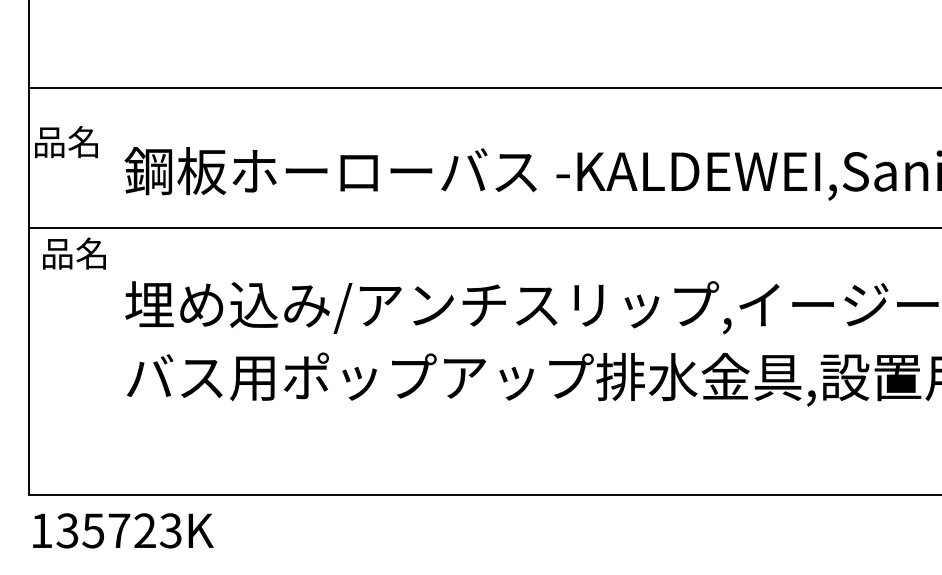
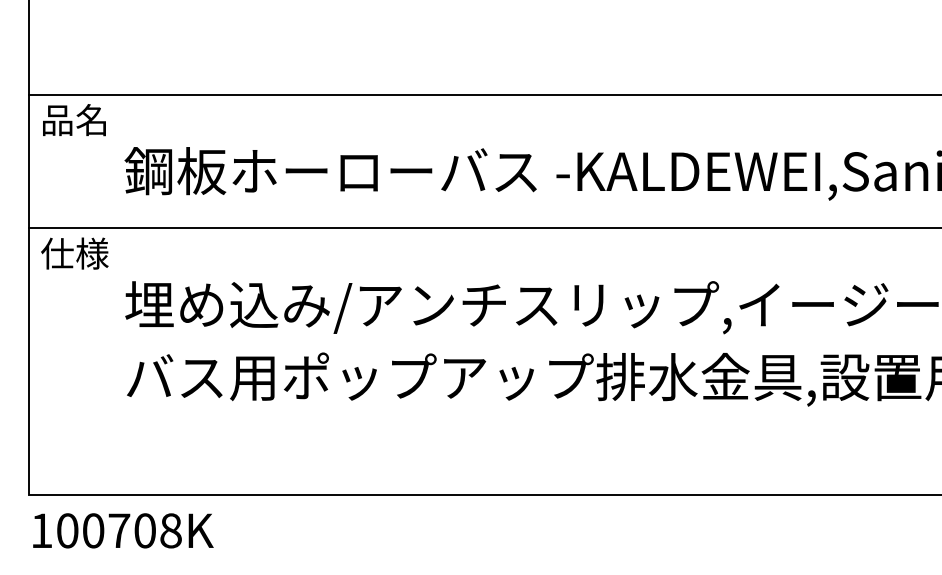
line at (483, 87) position: (483, 87) -> (483, 94)
text at (66, 142) position: (66, 142) -> (74, 120)
text at (74, 253): 品名 -> 仕様
text at (118, 530): 135723K -> 100708K
